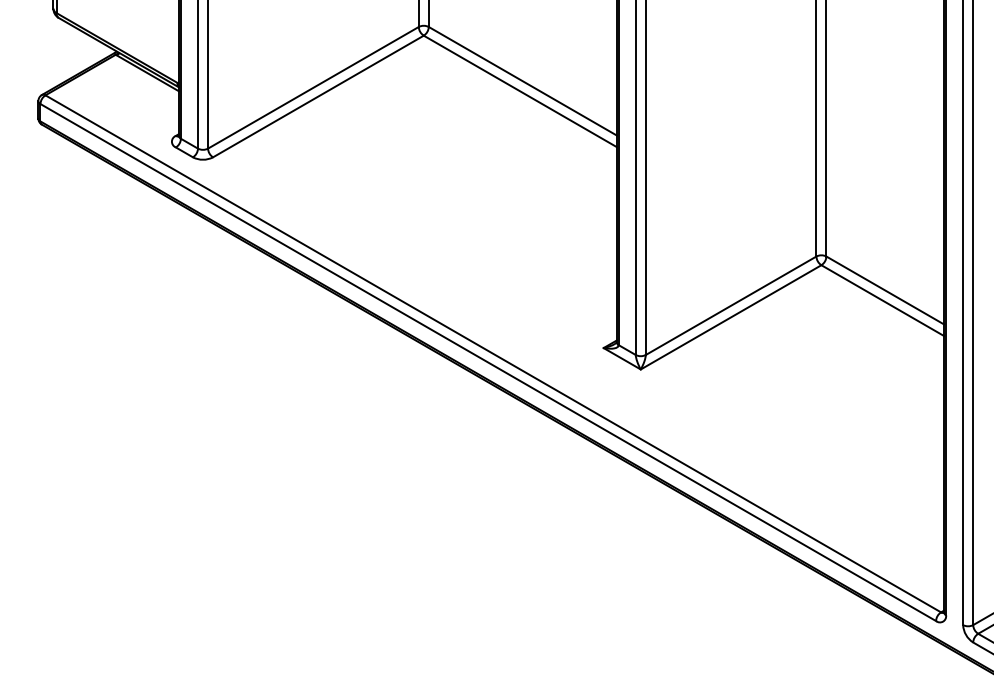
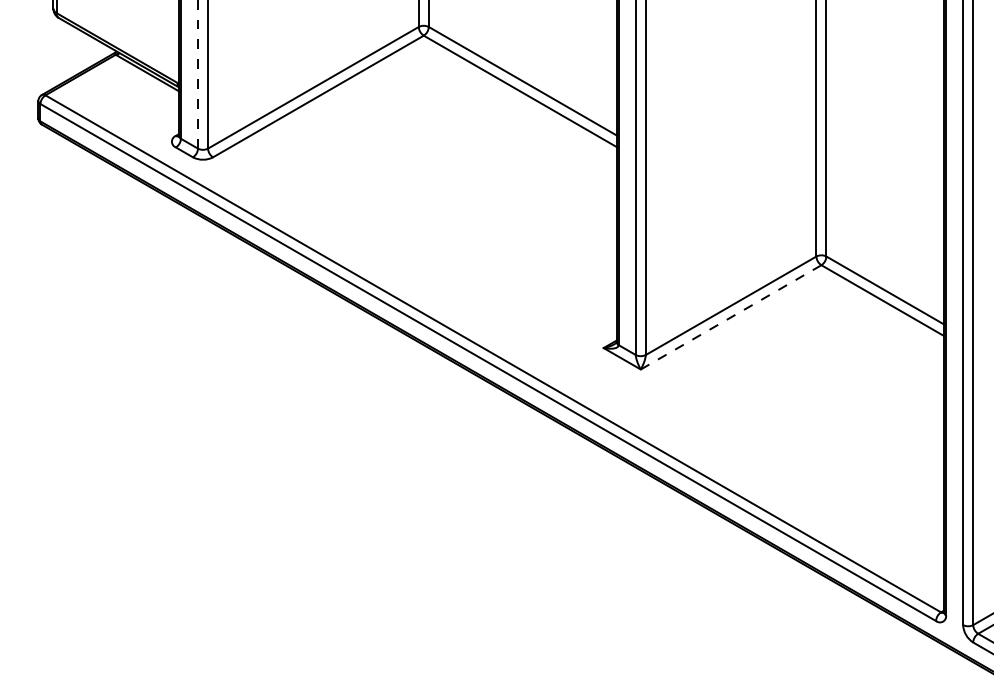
line at (198, 74): solid -> dashed
line at (730, 317): solid -> dashed
